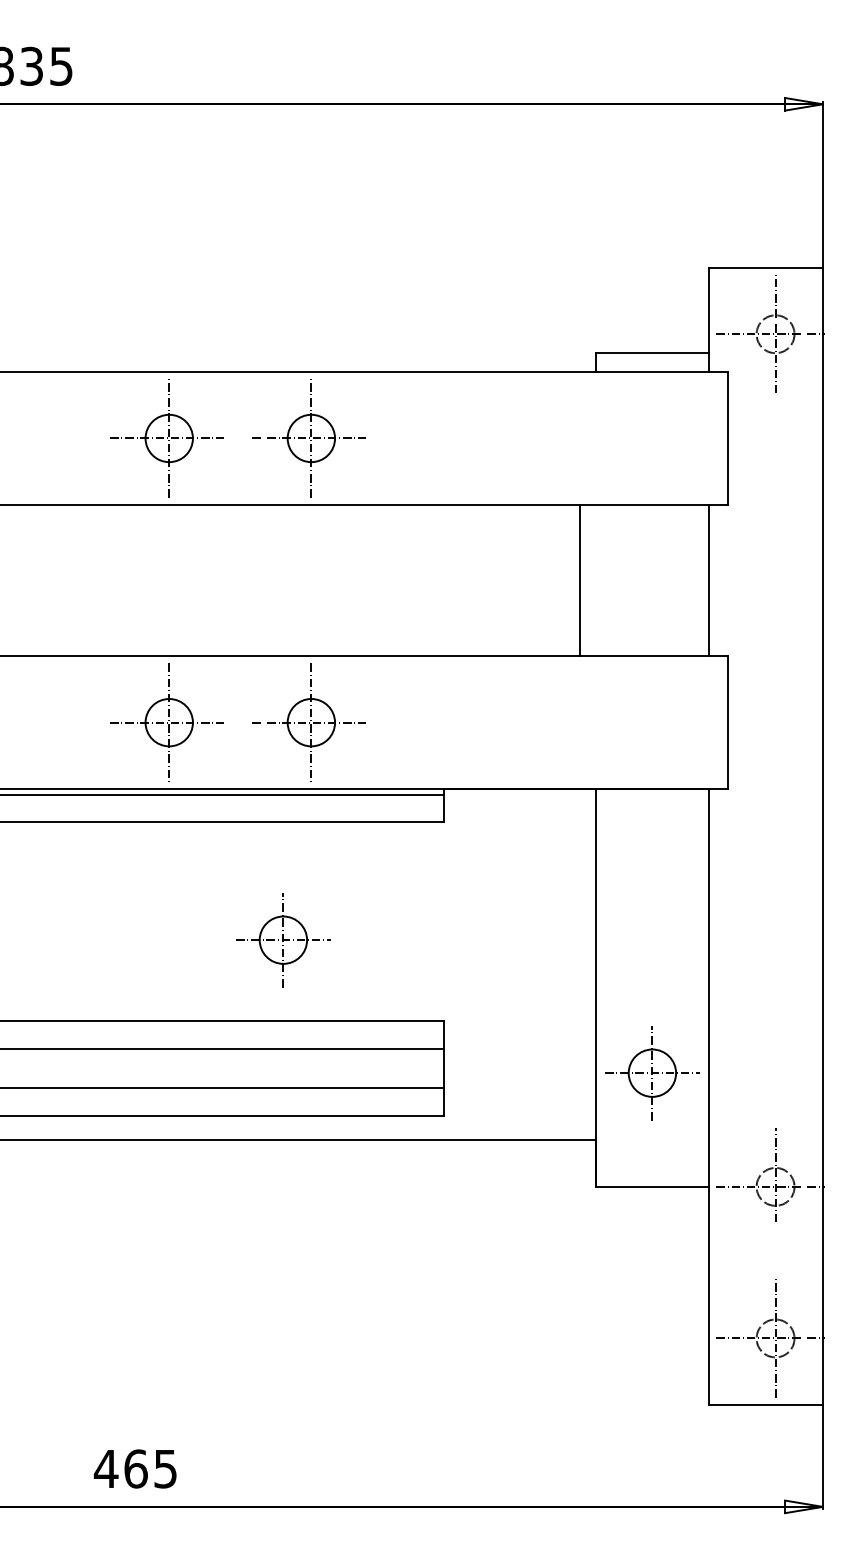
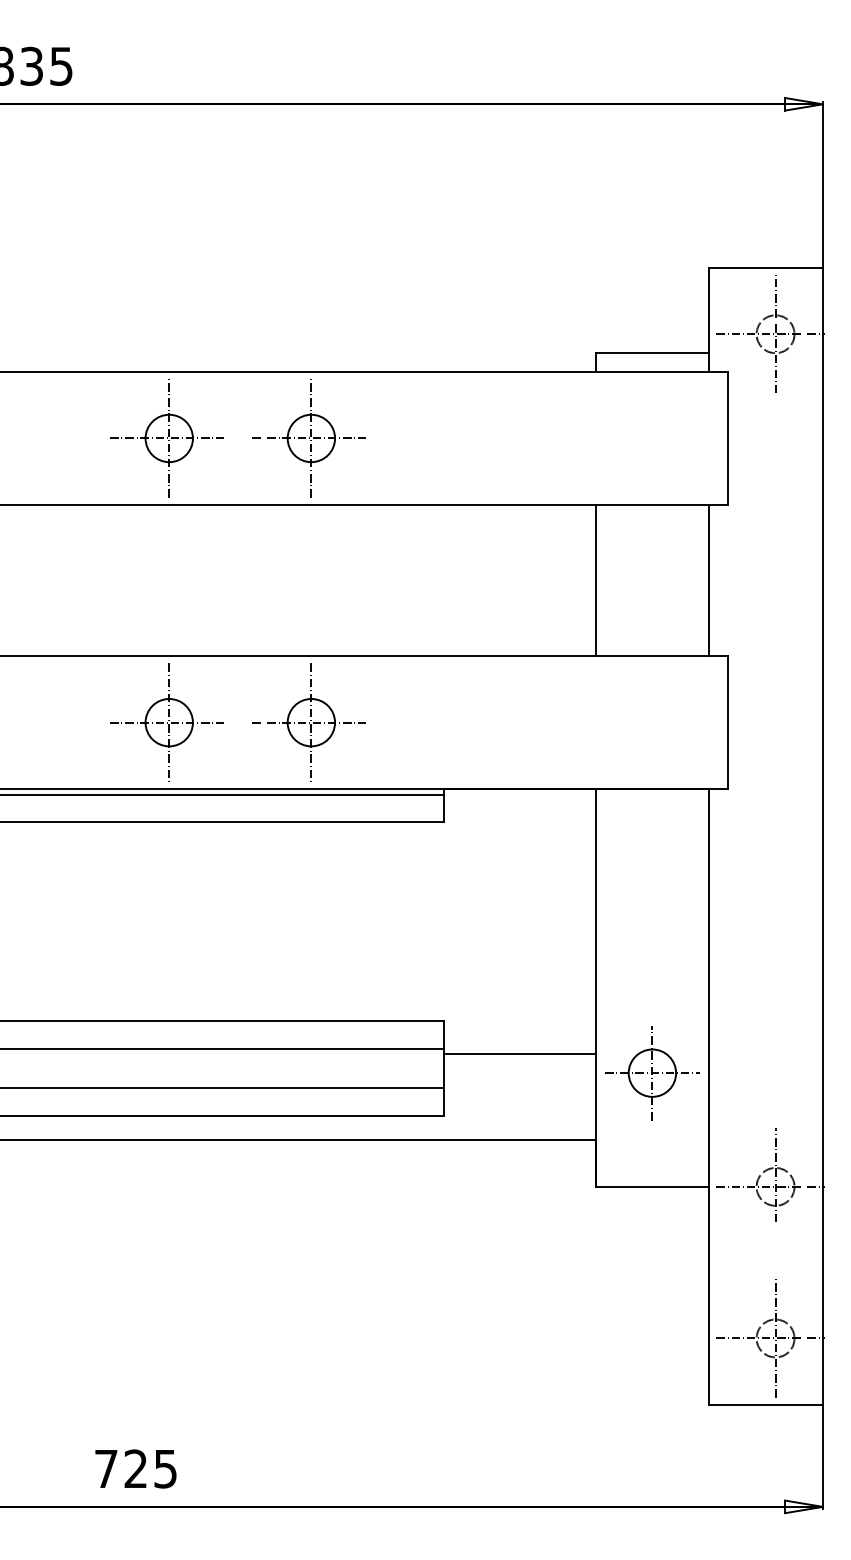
line at (579, 580) position: (579, 580) -> (595, 580)
part at (283, 940): present -> none
line at (519, 1054): none -> present
text at (120, 1468): 465 -> 725
